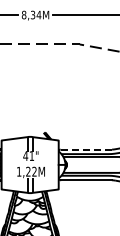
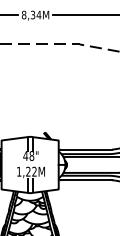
line at (86, 149): dashed -> solid
text at (31, 155): 41" -> 48"
